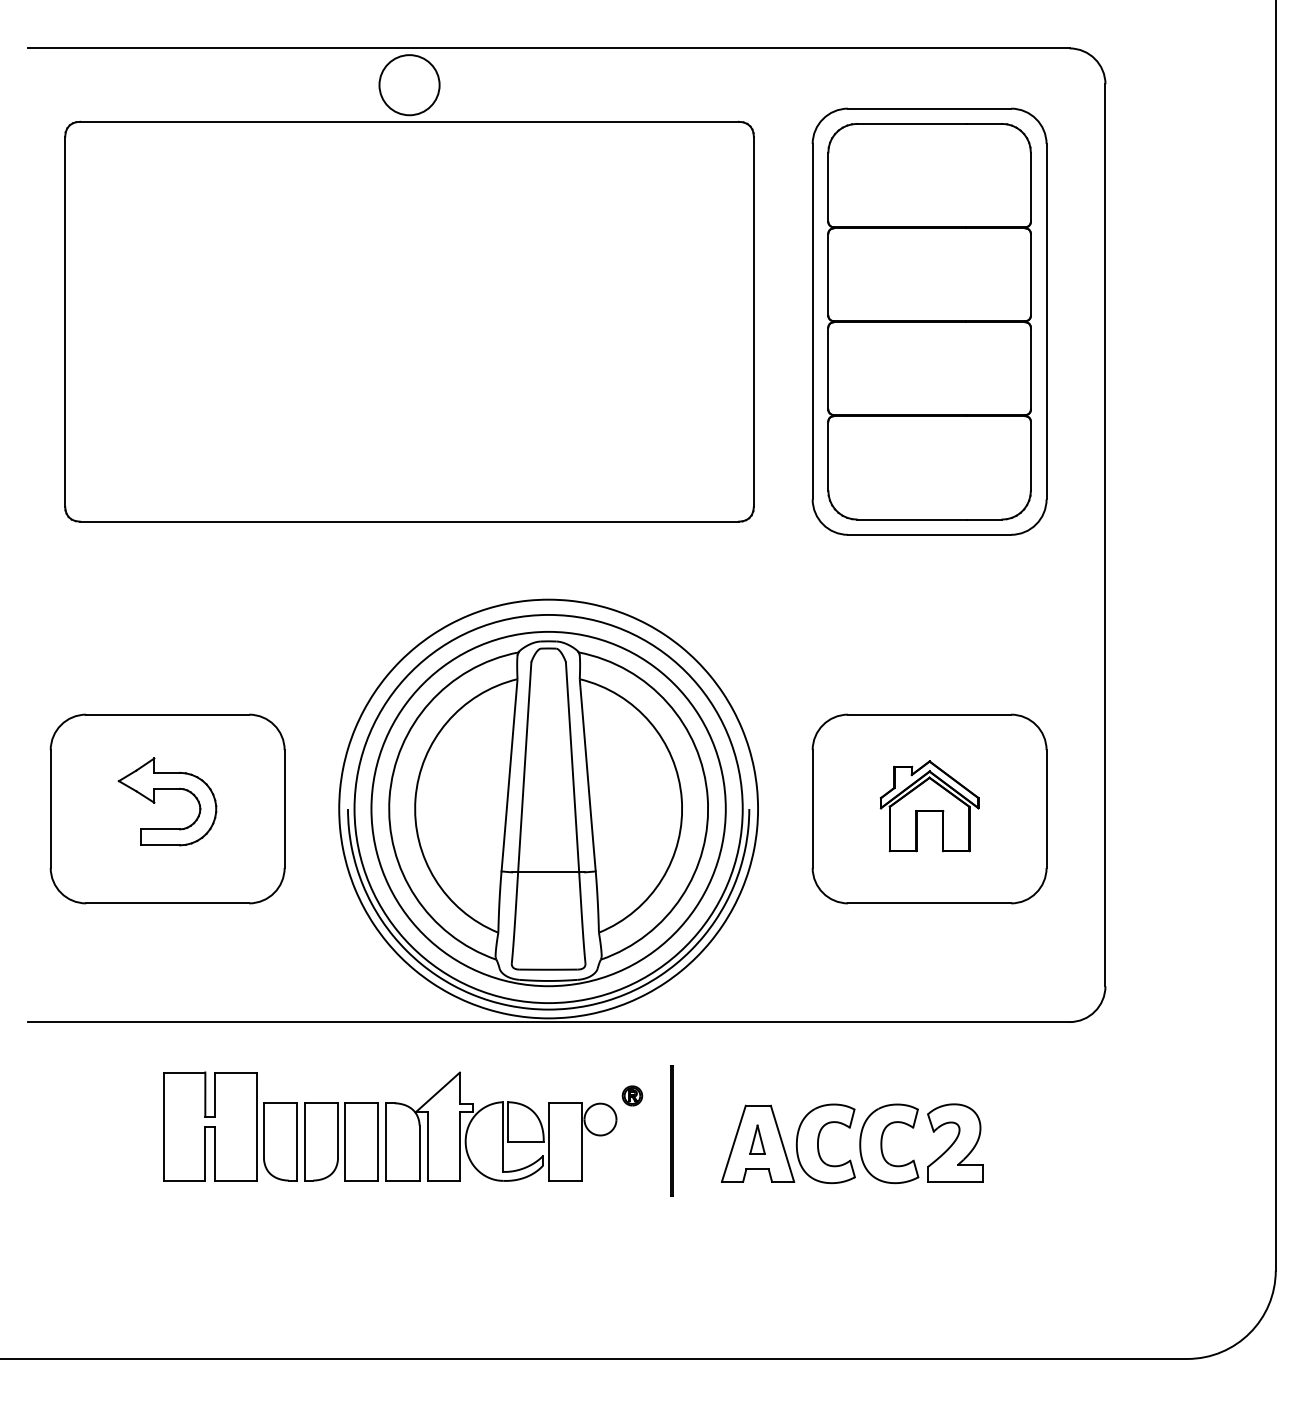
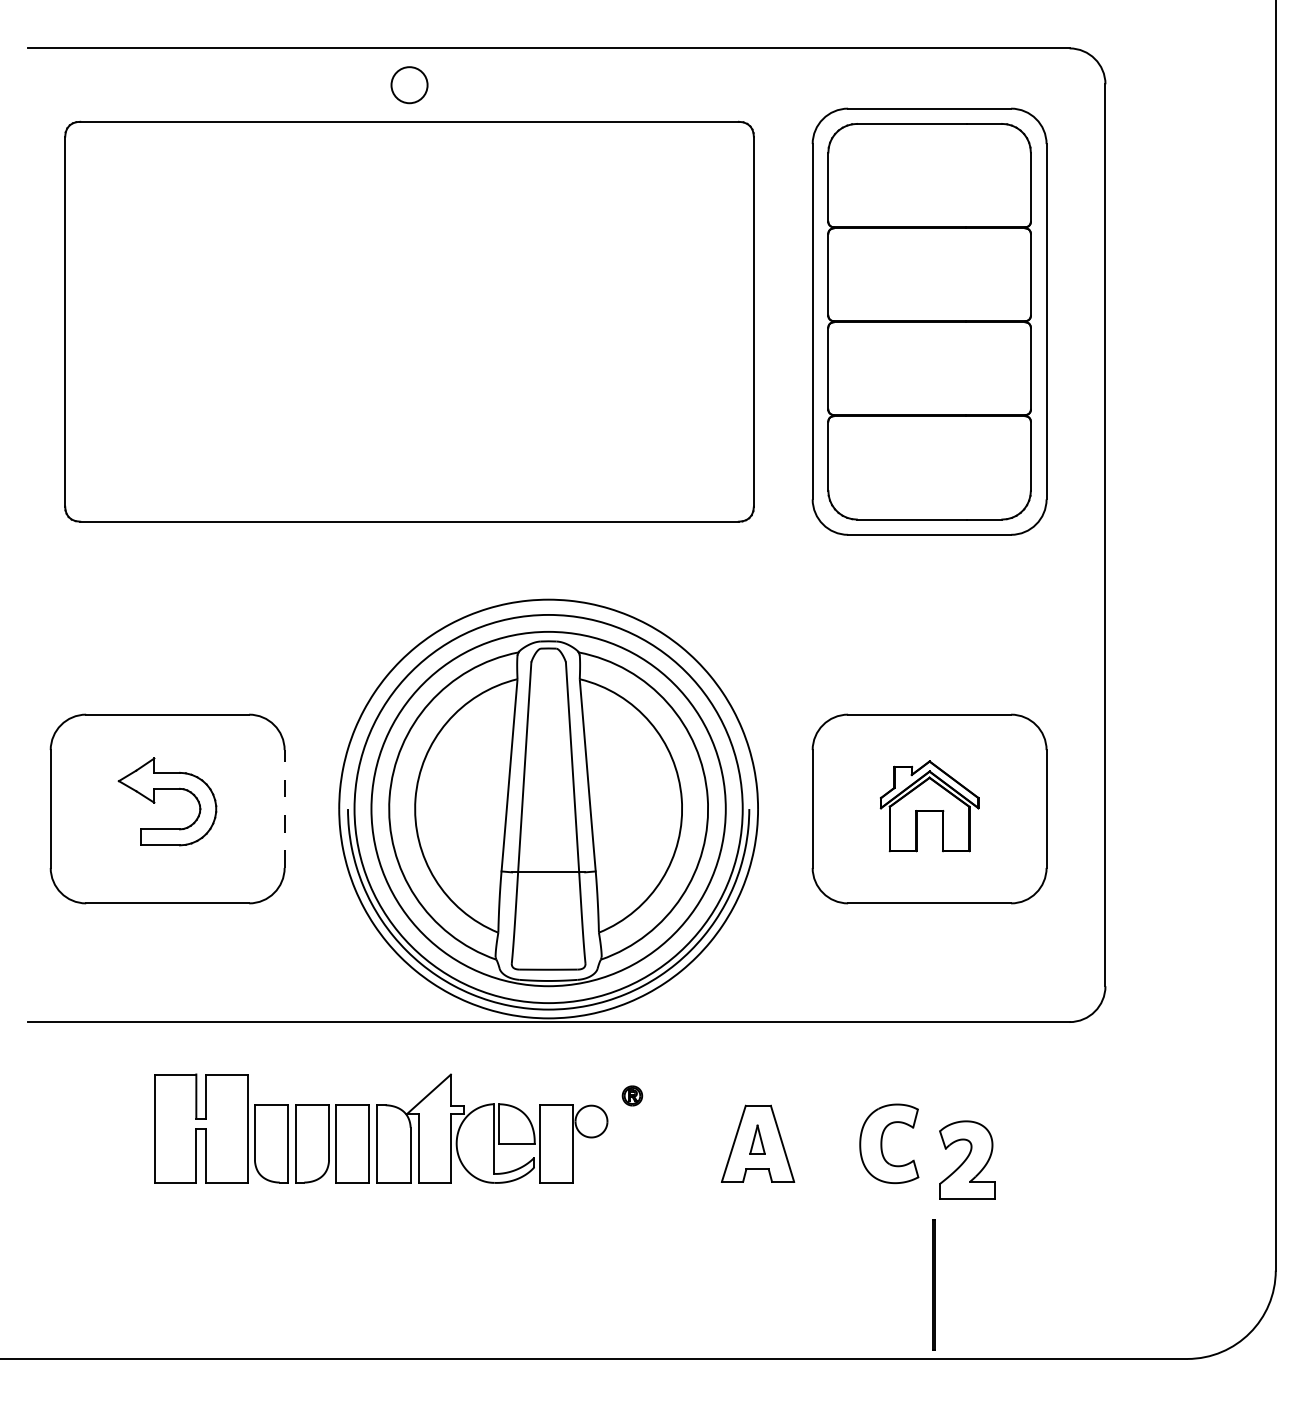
circle at (409, 85) diameter: 60 px -> 36 px
line at (284, 809): solid -> dashed
part at (390, 1126) position: (390, 1126) -> (381, 1128)
line at (671, 1130) position: (671, 1130) -> (933, 1284)
part at (955, 1142) position: (955, 1142) -> (967, 1159)
part at (818, 1143): present -> none
